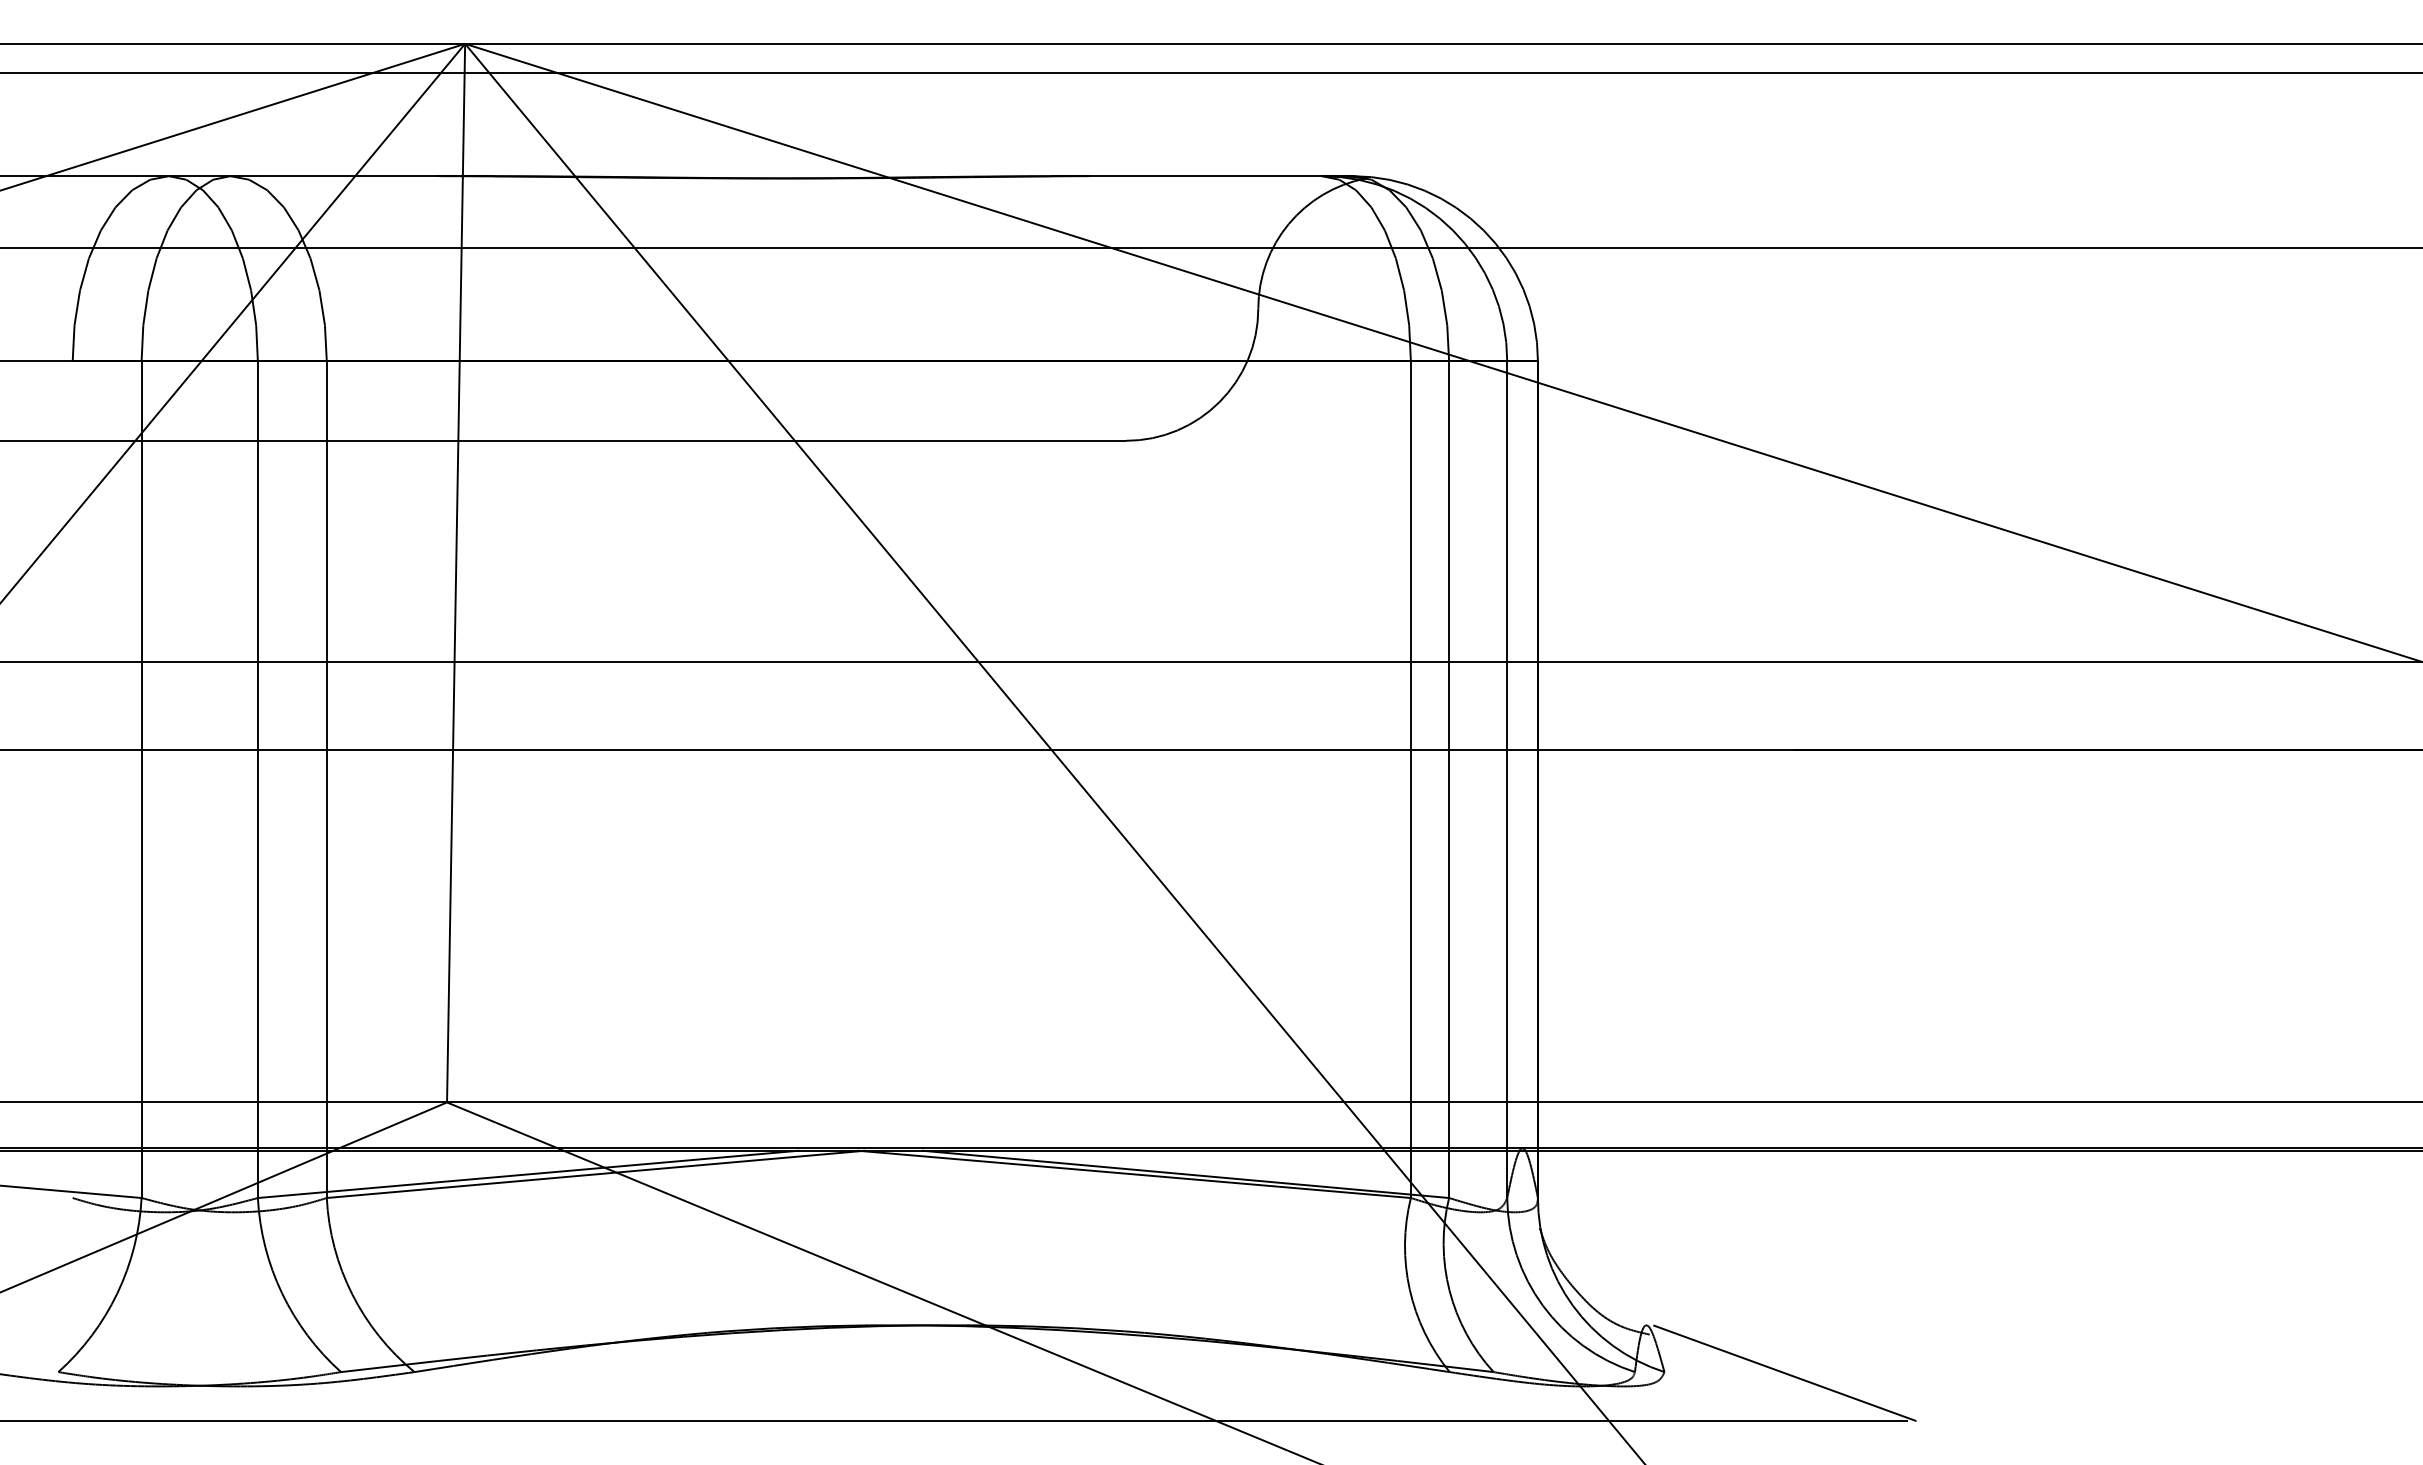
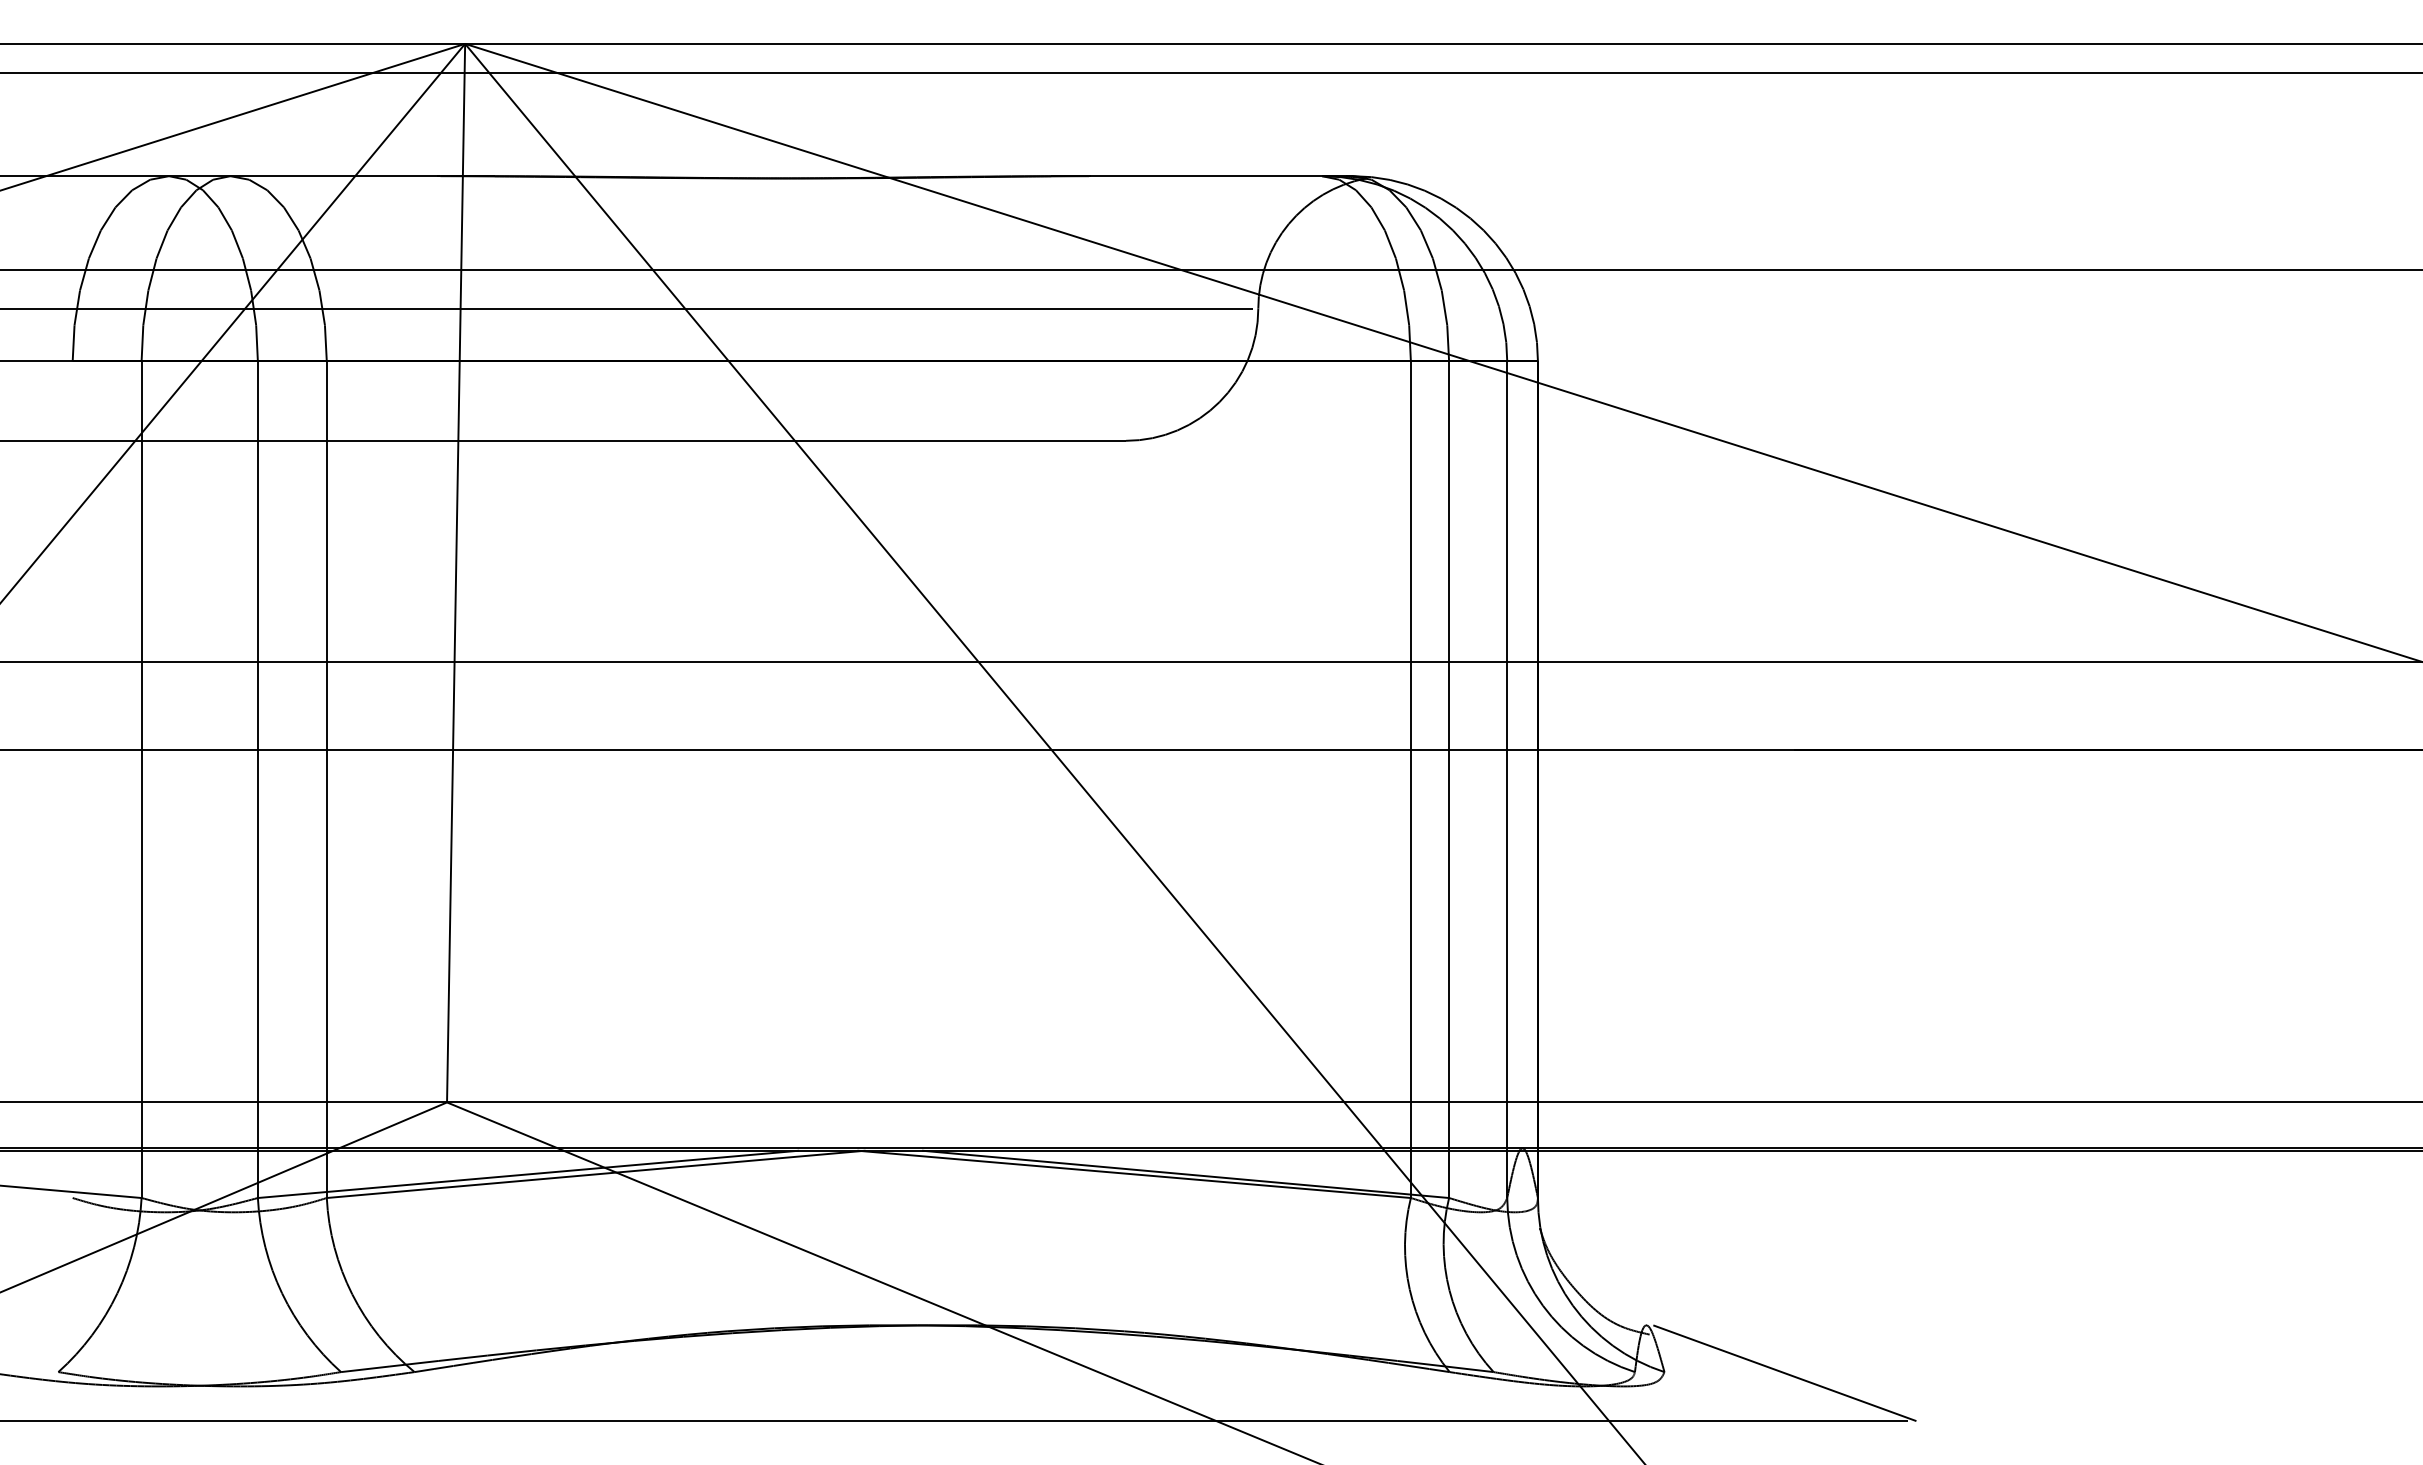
line at (1210, 248) position: (1210, 248) -> (1210, 270)
line at (627, 308): none -> present
